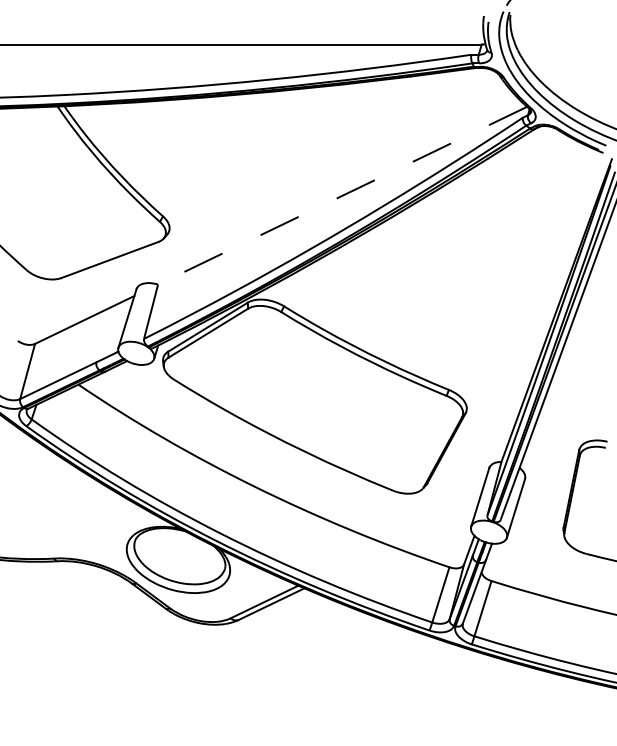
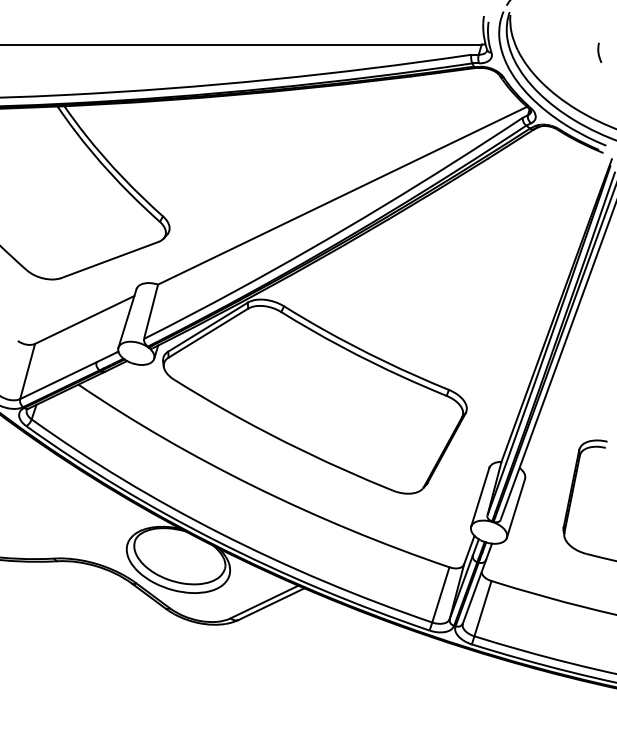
curve at (599, 52): none -> present
line at (342, 195): dashed -> solid
